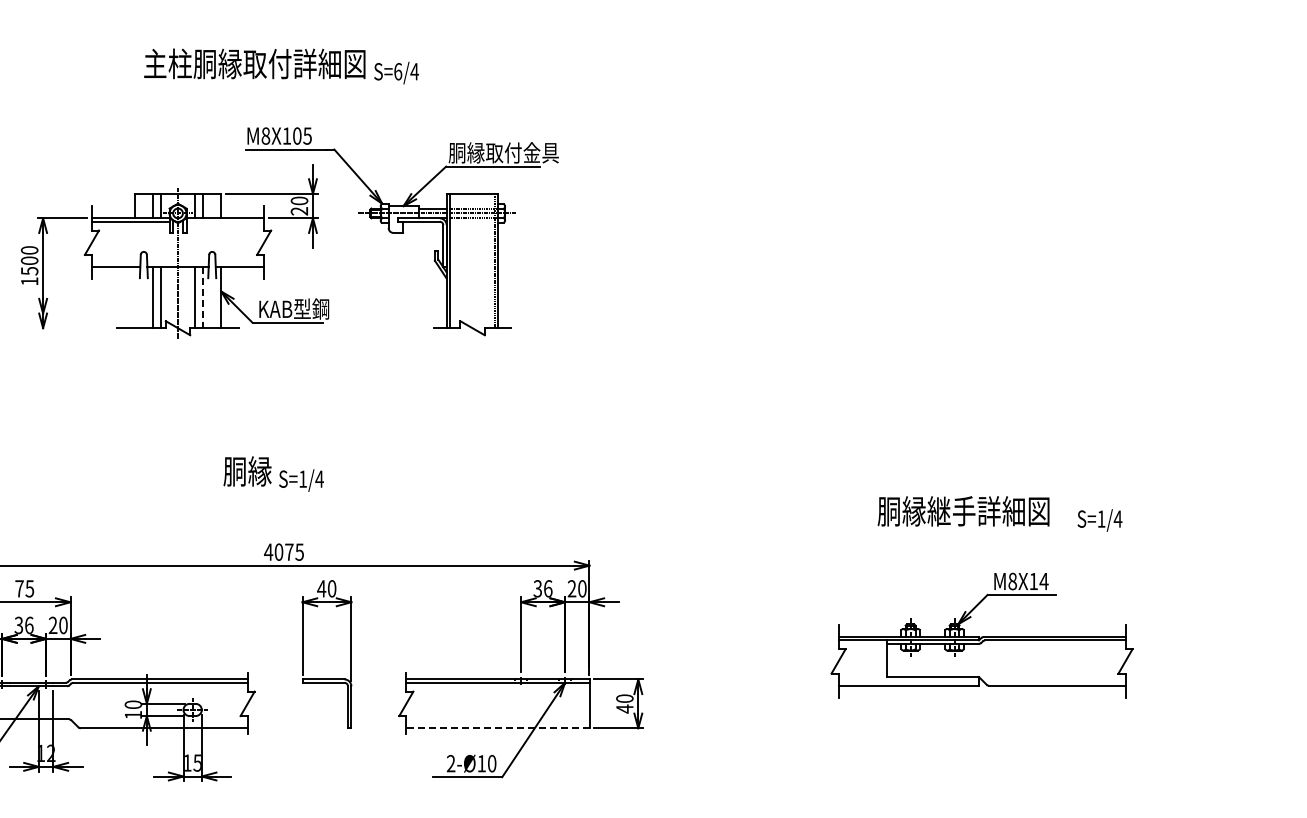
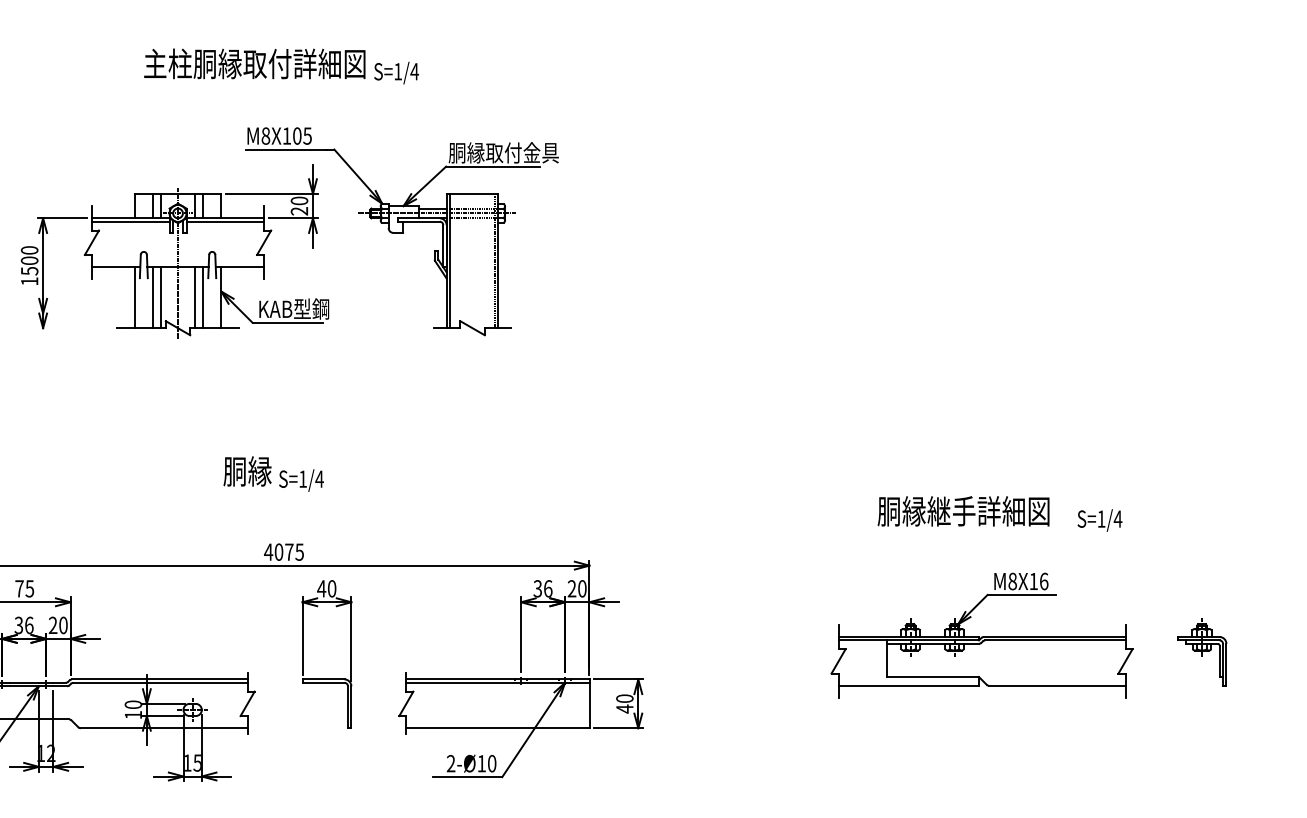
text at (398, 71): S=6/4 -> S=1/4
line at (225, 221): none -> present
line at (134, 297): none -> present
line at (203, 297): dashed -> solid
text at (1043, 581): M8X14 -> M8X16
part at (1202, 652): none -> present
line at (497, 728): dashed -> solid
